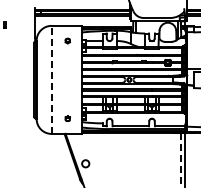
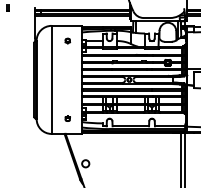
part at (4, 24) position: (4, 24) -> (7, 7)
line at (51, 79): dashed -> solid
line at (180, 160): dashed -> solid
